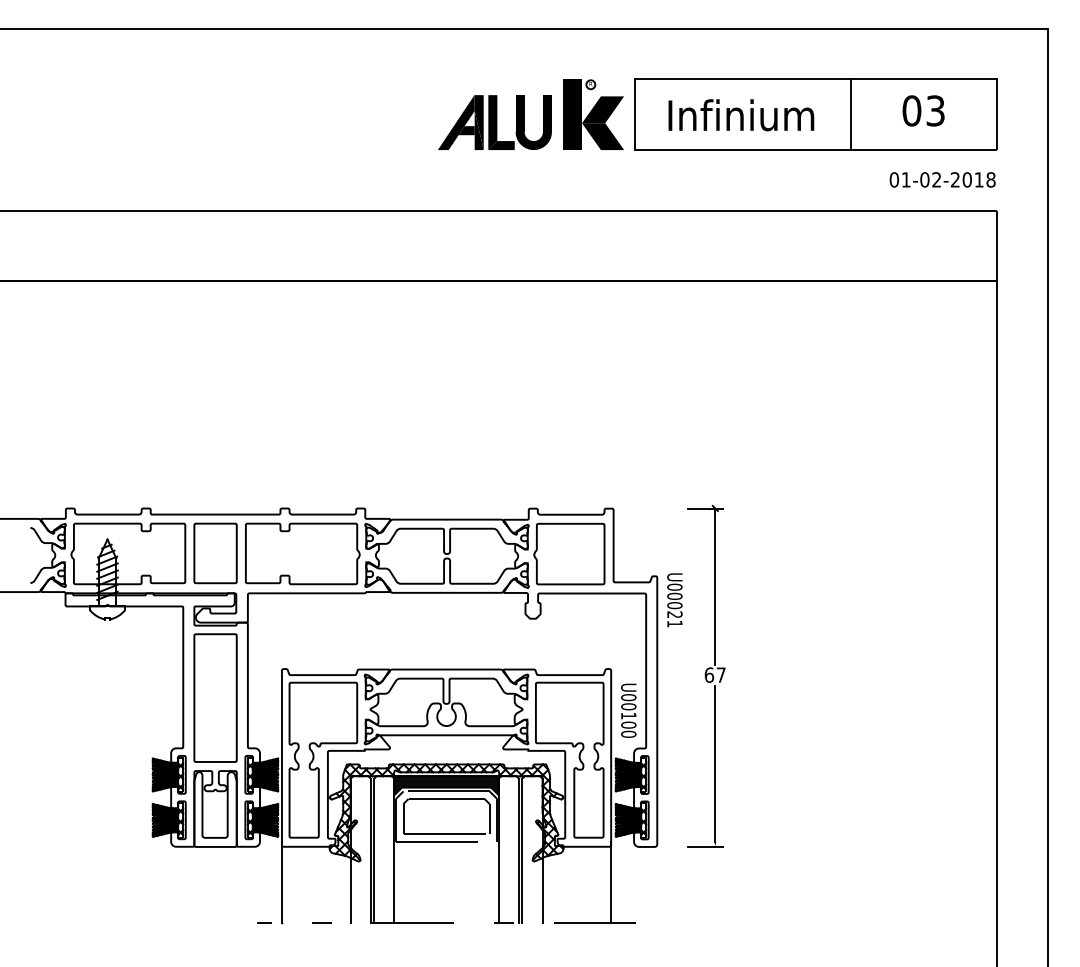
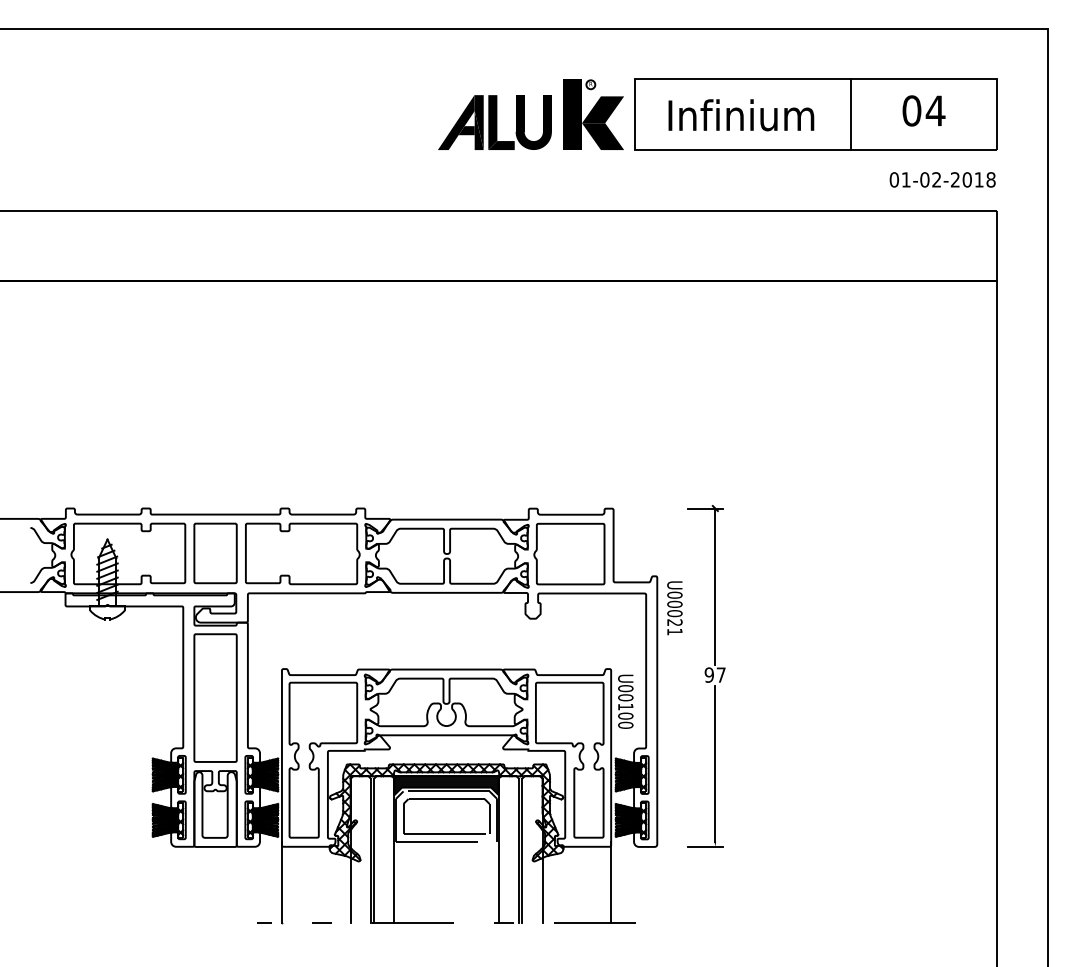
text at (935, 110): 03 -> 04
text at (674, 600) position: (674, 600) -> (674, 608)
text at (709, 674): 67 -> 97
text at (628, 710) position: (628, 710) -> (625, 701)
